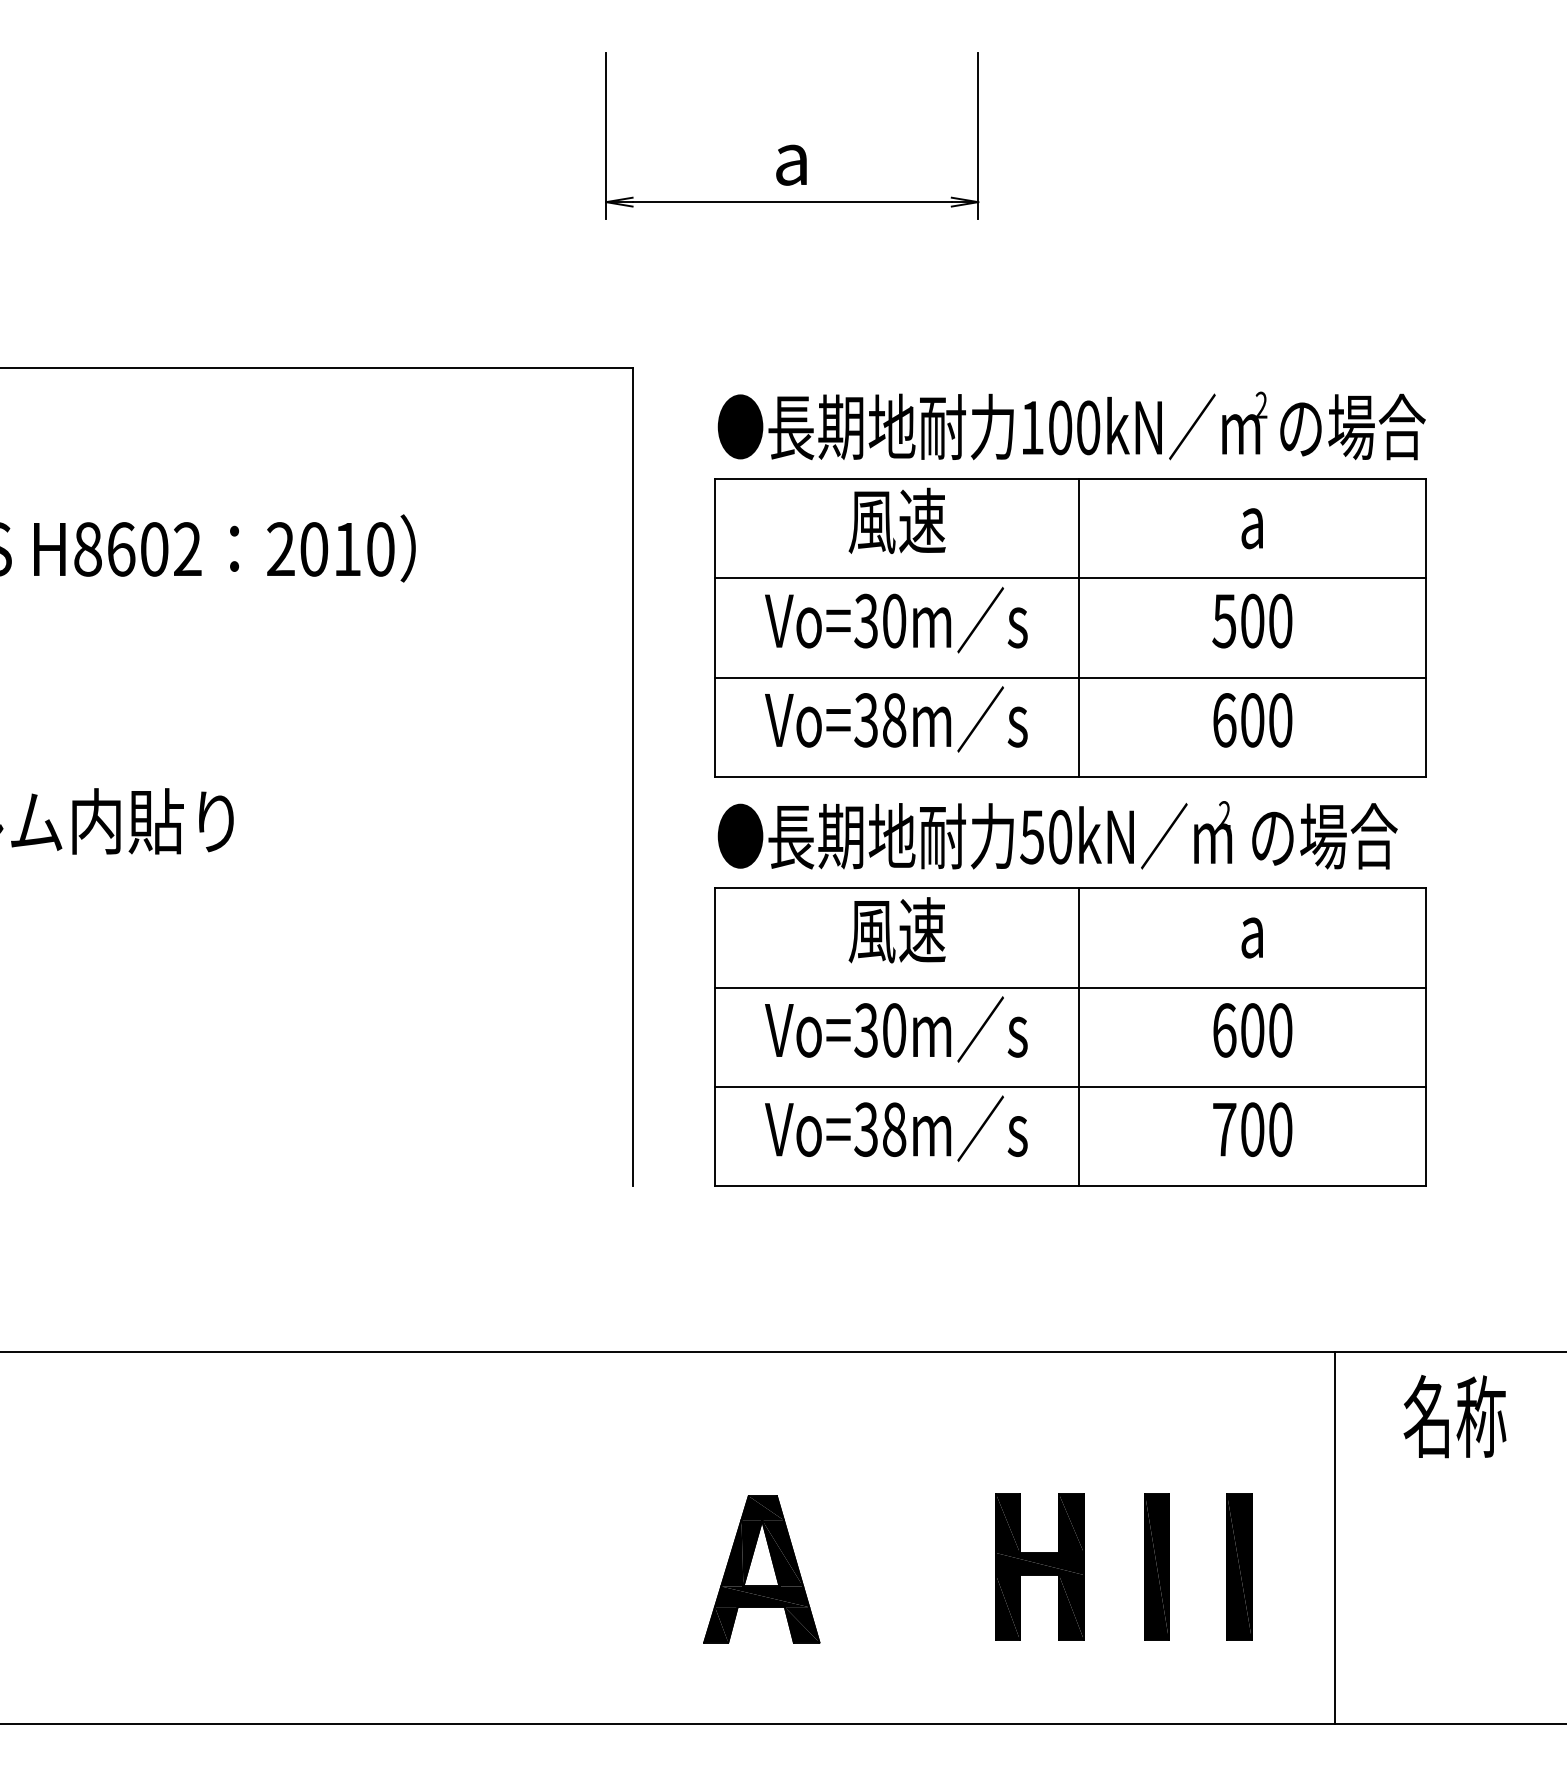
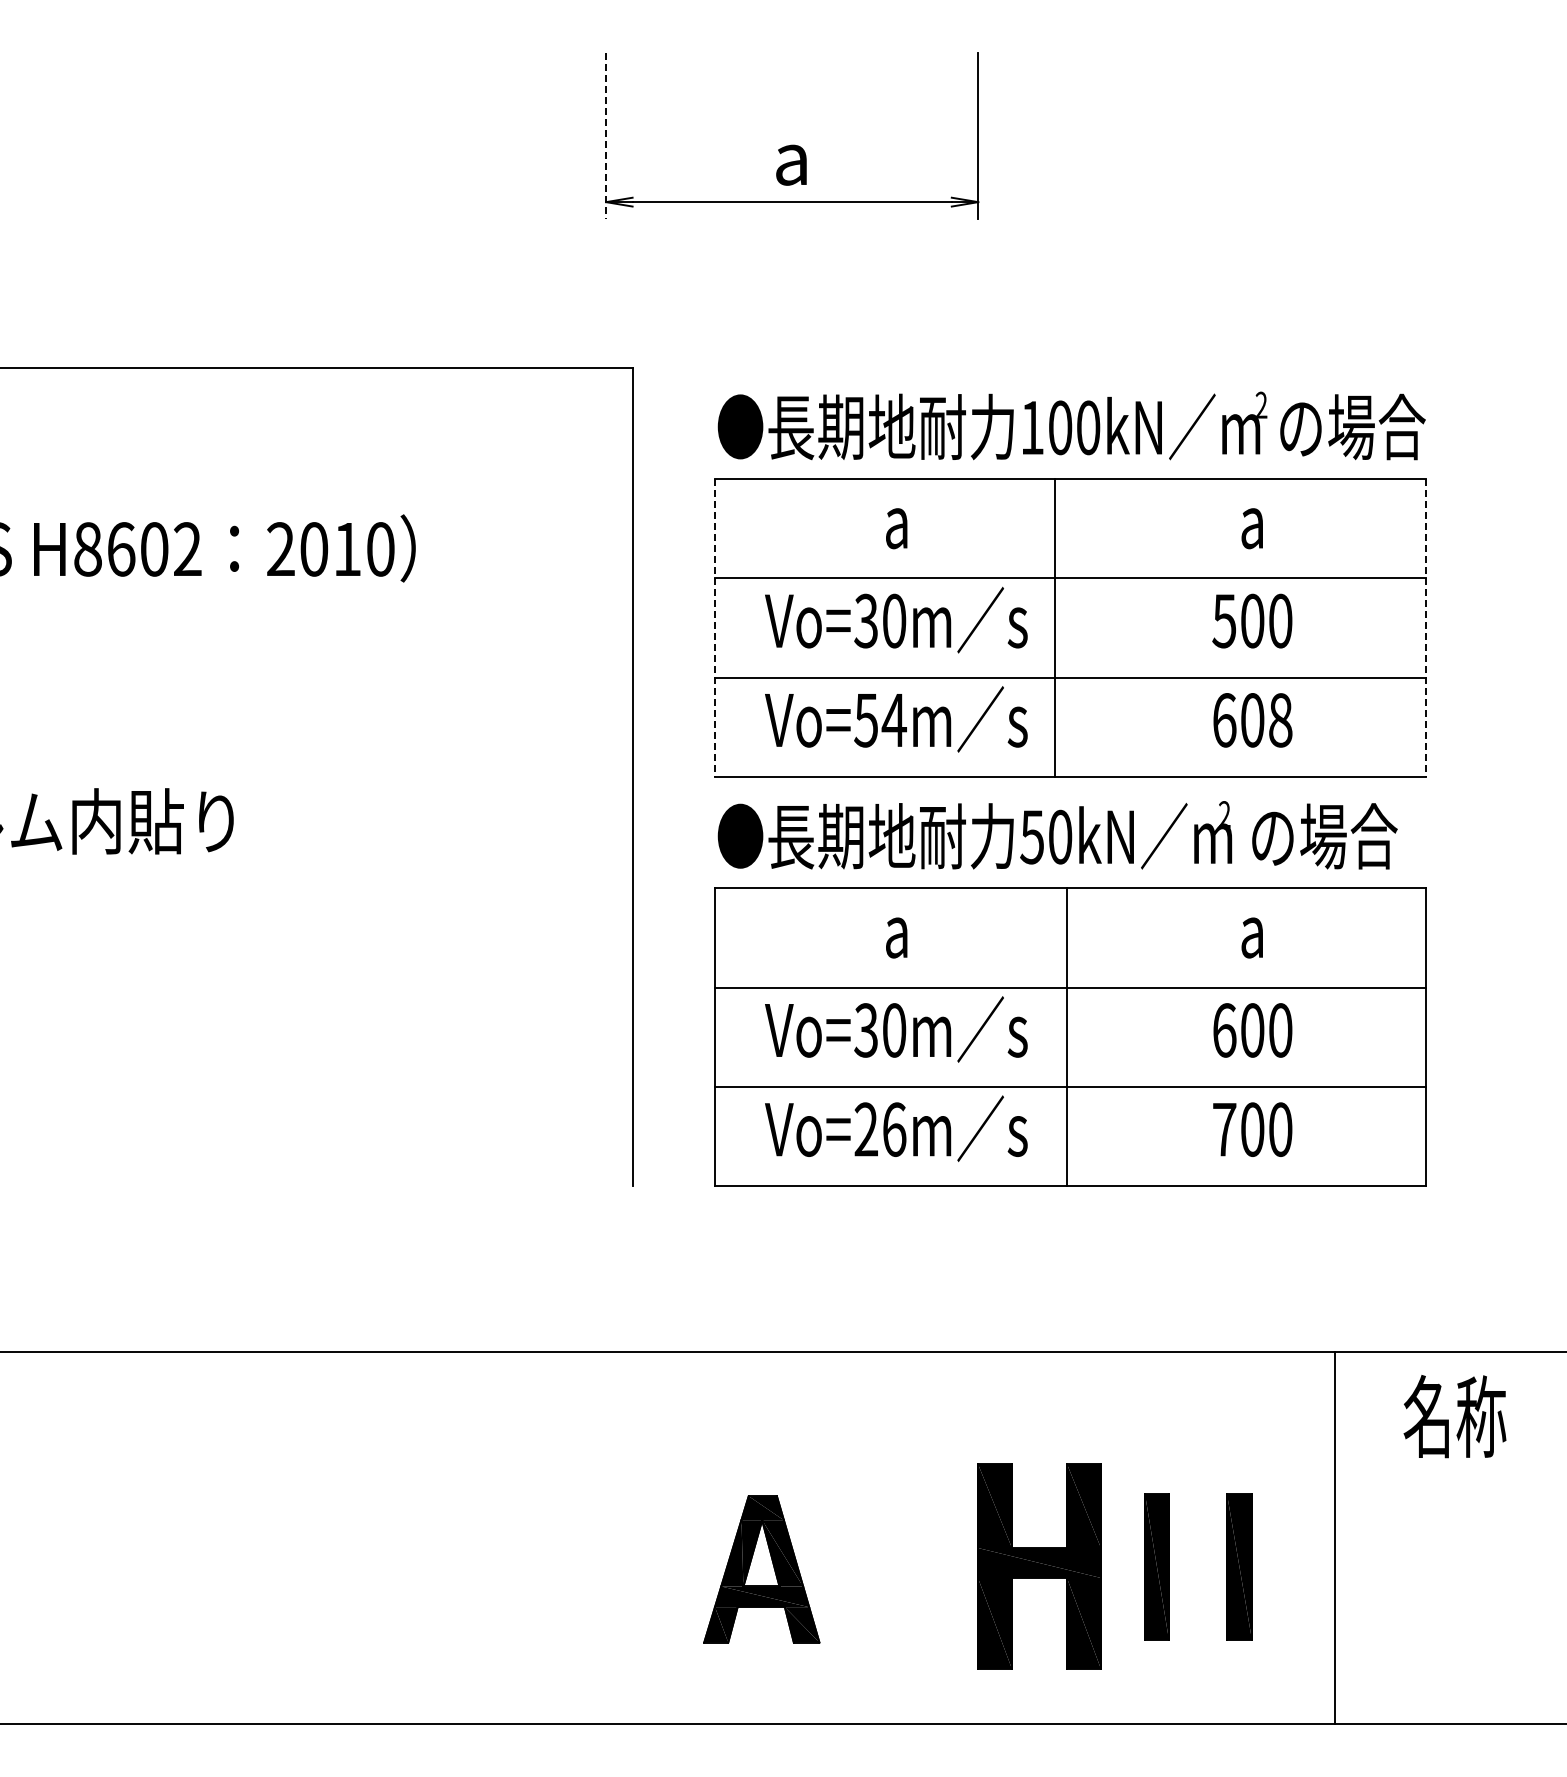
line at (606, 136): solid -> dashed
text at (896, 520): 風速 -> a
line at (1079, 627) position: (1079, 627) -> (1055, 627)
line at (715, 628): solid -> dashed
line at (1426, 628): solid -> dashed
text at (880, 720): Vo=38m -> Vo=54m
text at (1280, 720): 600 -> 608
text at (896, 930): 風速 -> a
line at (1079, 1037) position: (1079, 1037) -> (1067, 1037)
text at (880, 1129): Vo=38m -> Vo=26m
part at (1039, 1566) size: 90x148 px -> 125x207 px
